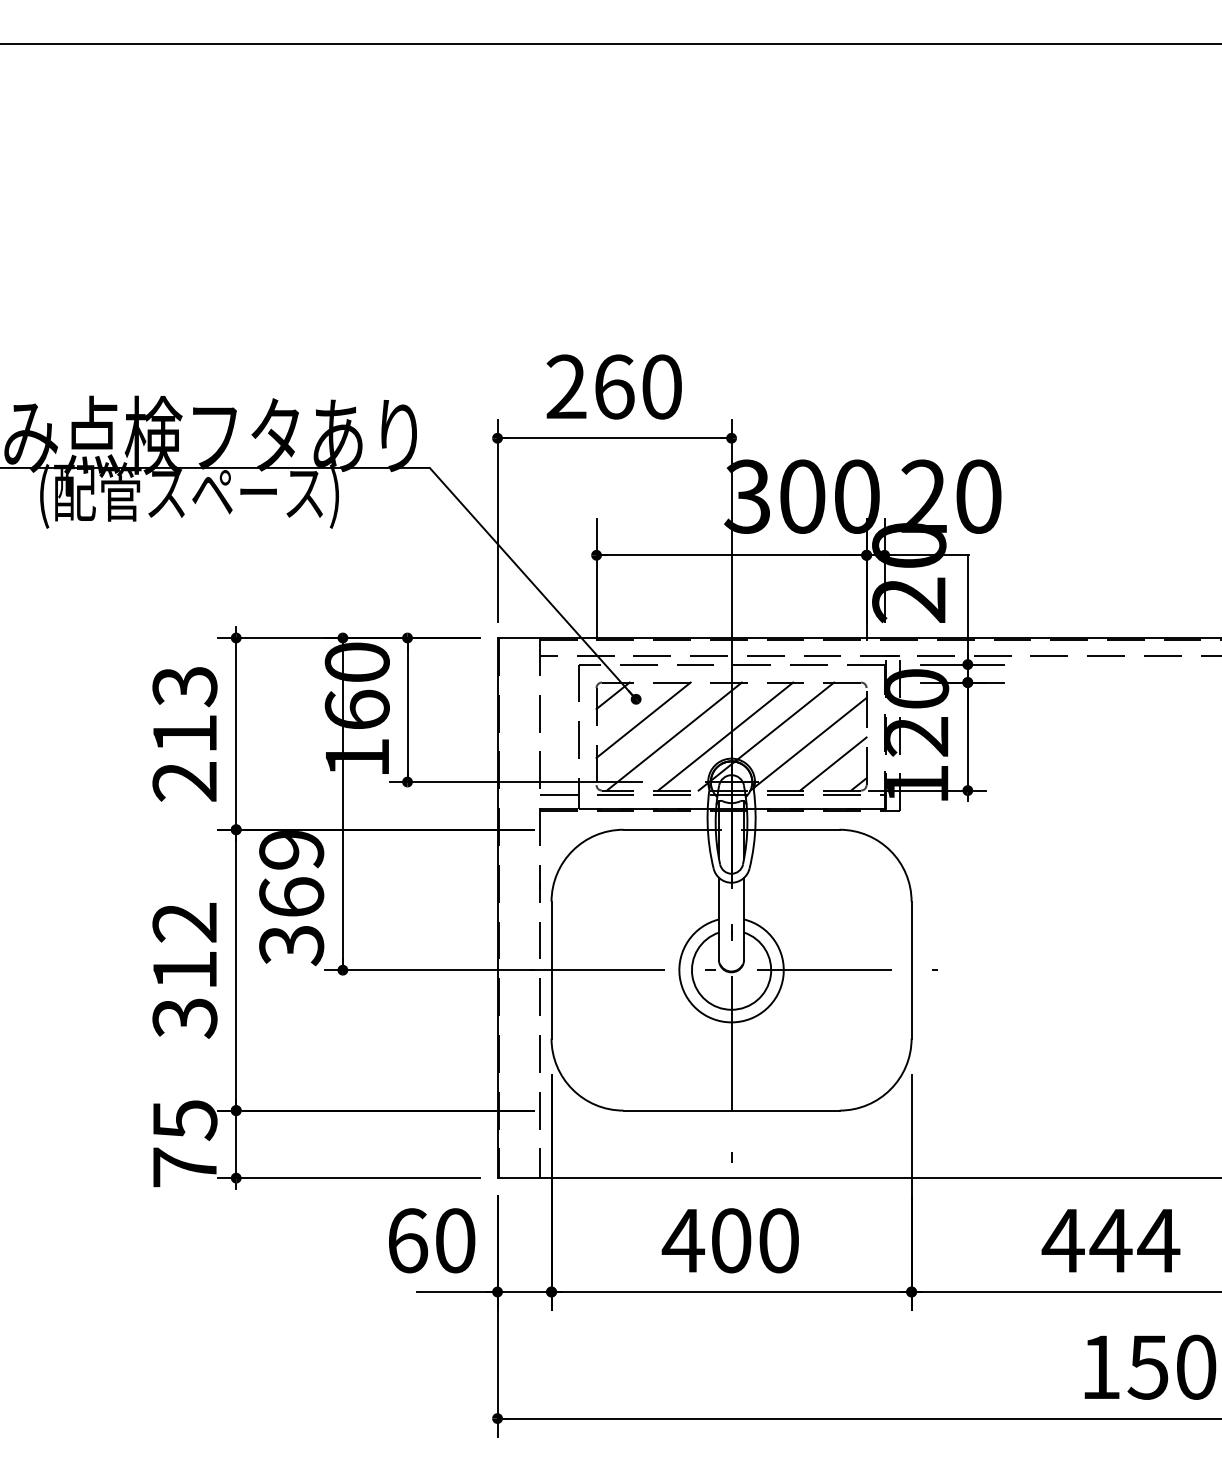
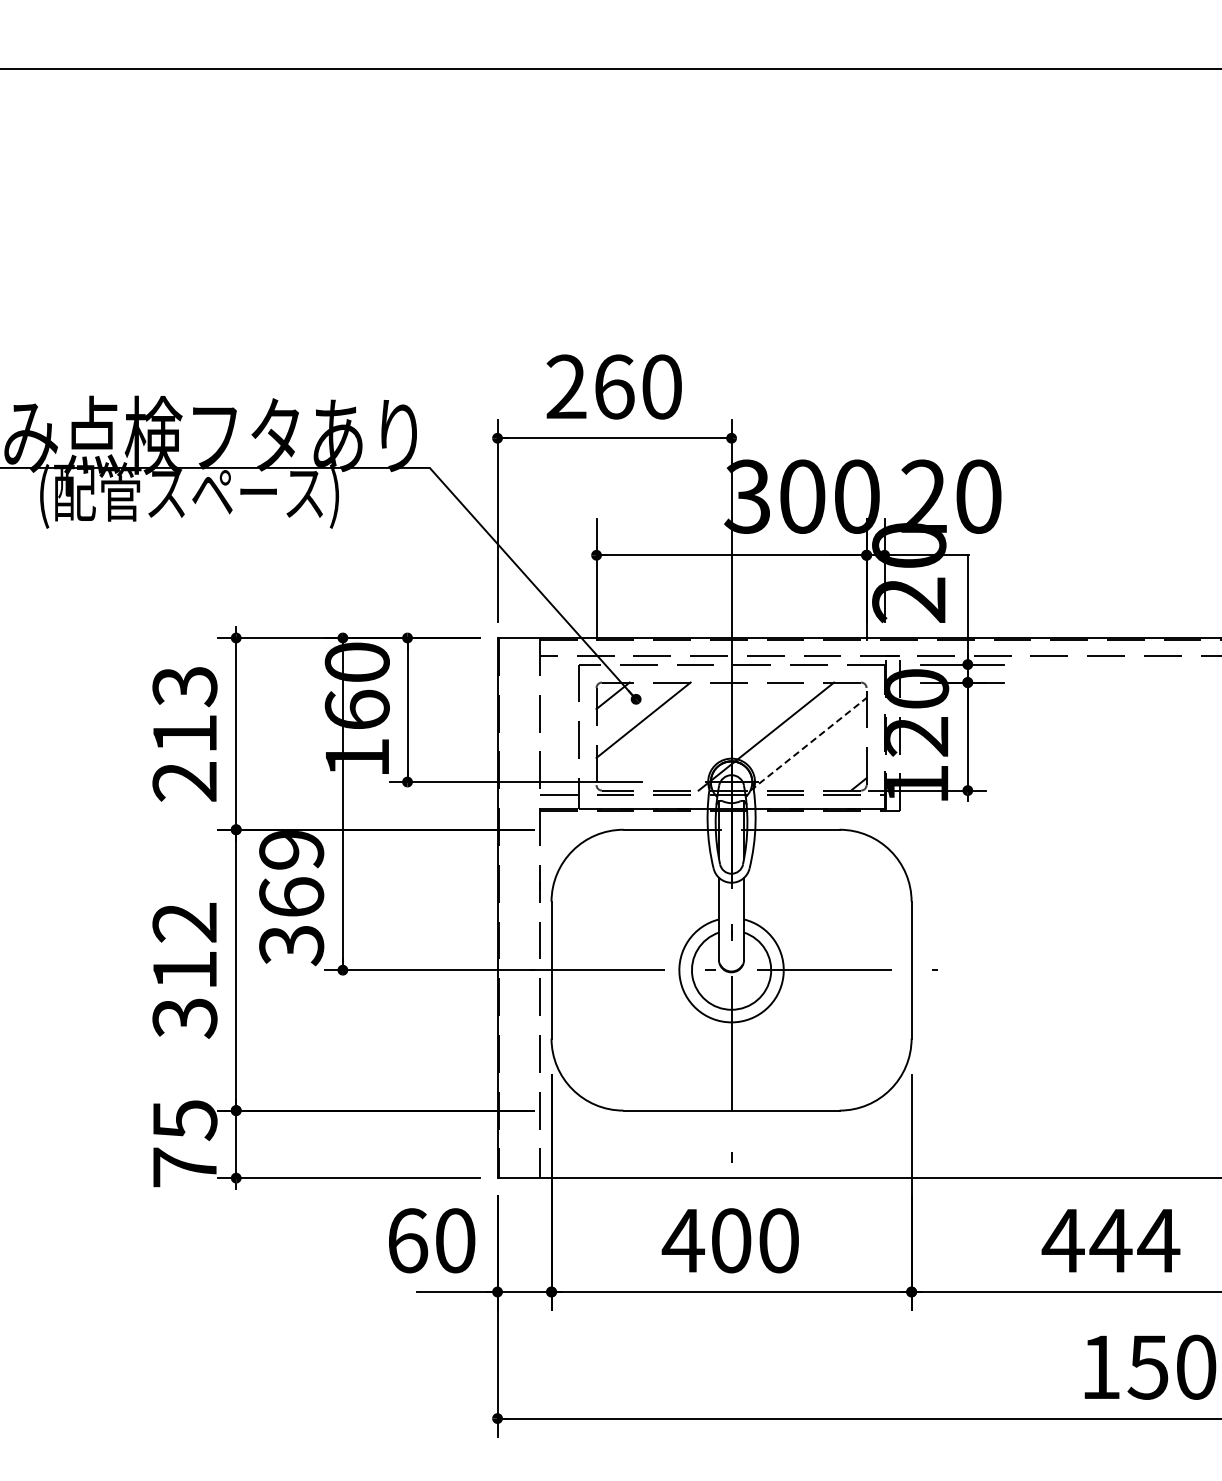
line at (610, 44) position: (610, 44) -> (610, 69)
line at (673, 736): present -> none
line at (725, 736): present -> none
line at (808, 743): solid -> dashed
line at (833, 763): present -> none
